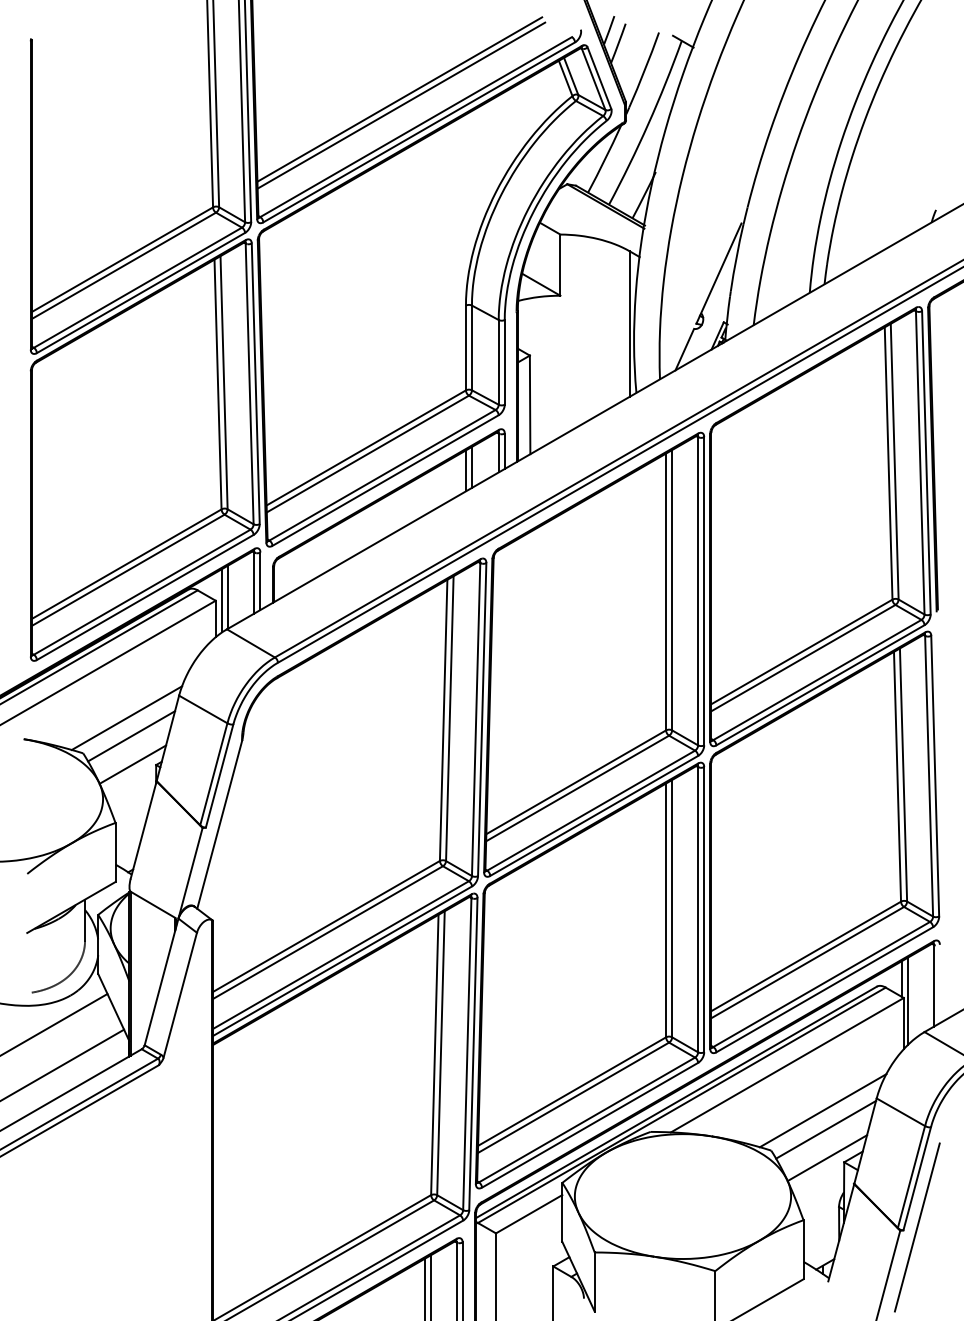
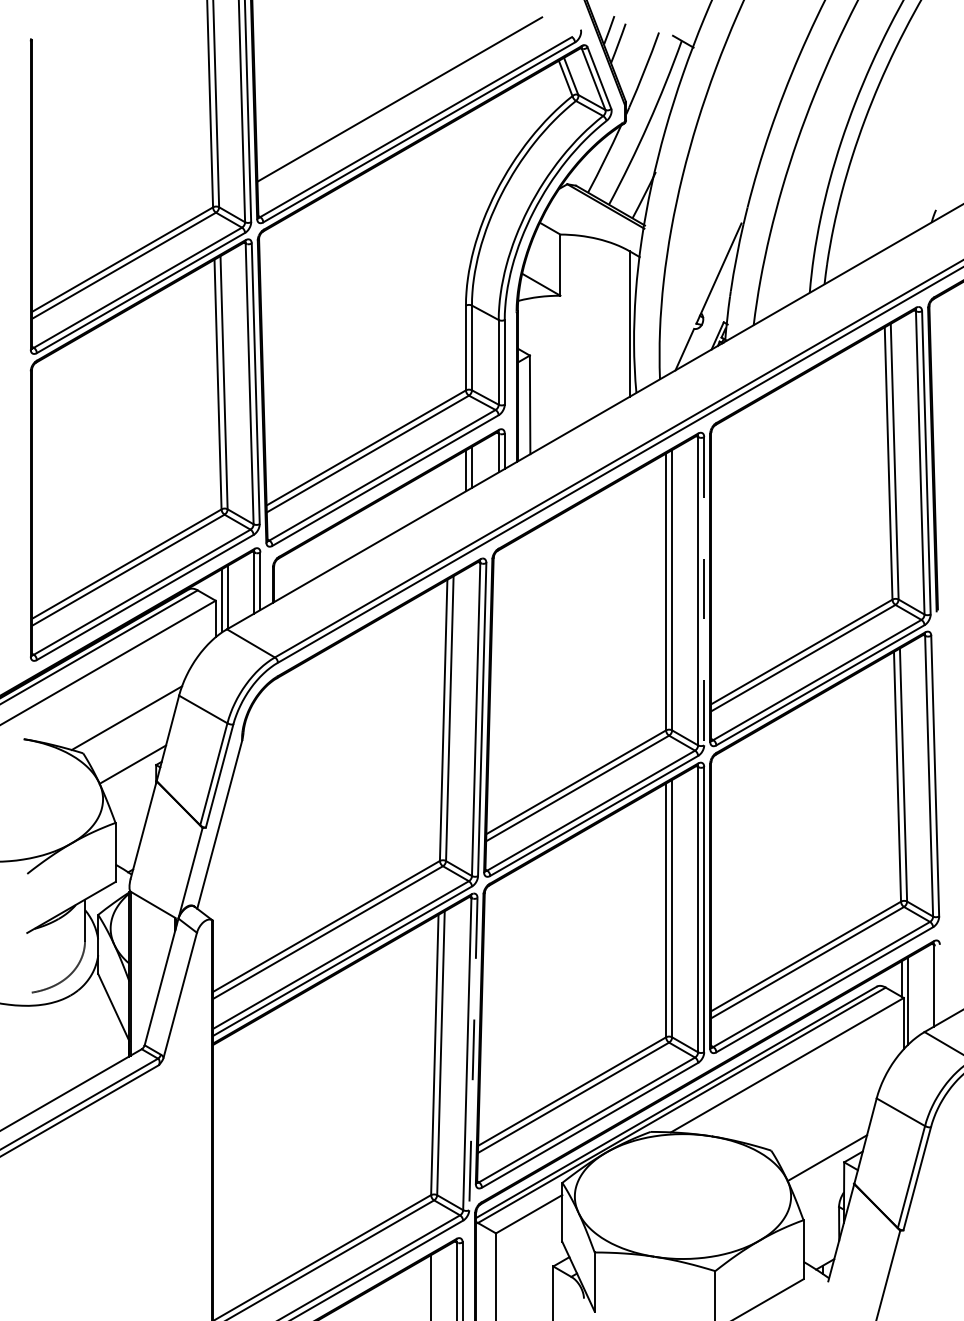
line at (401, 105): present -> none
line at (704, 591): solid -> dashed
line at (131, 736): present -> none
line at (54, 1024): present -> none
line at (473, 1054): solid -> dashed
line at (63, 1064): present -> none
line at (822, 1110): present -> none
line at (826, 1129): present -> none
line at (916, 1227): present -> none
line at (424, 1287): present -> none
